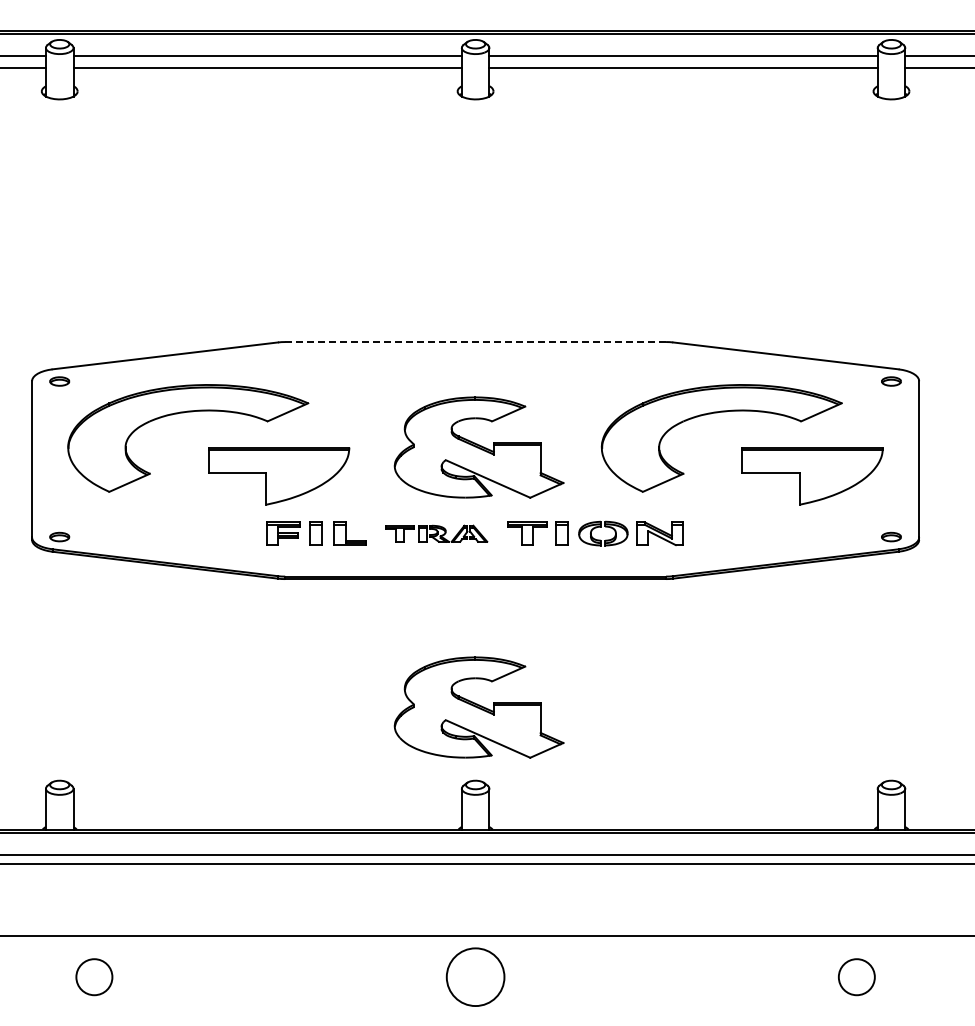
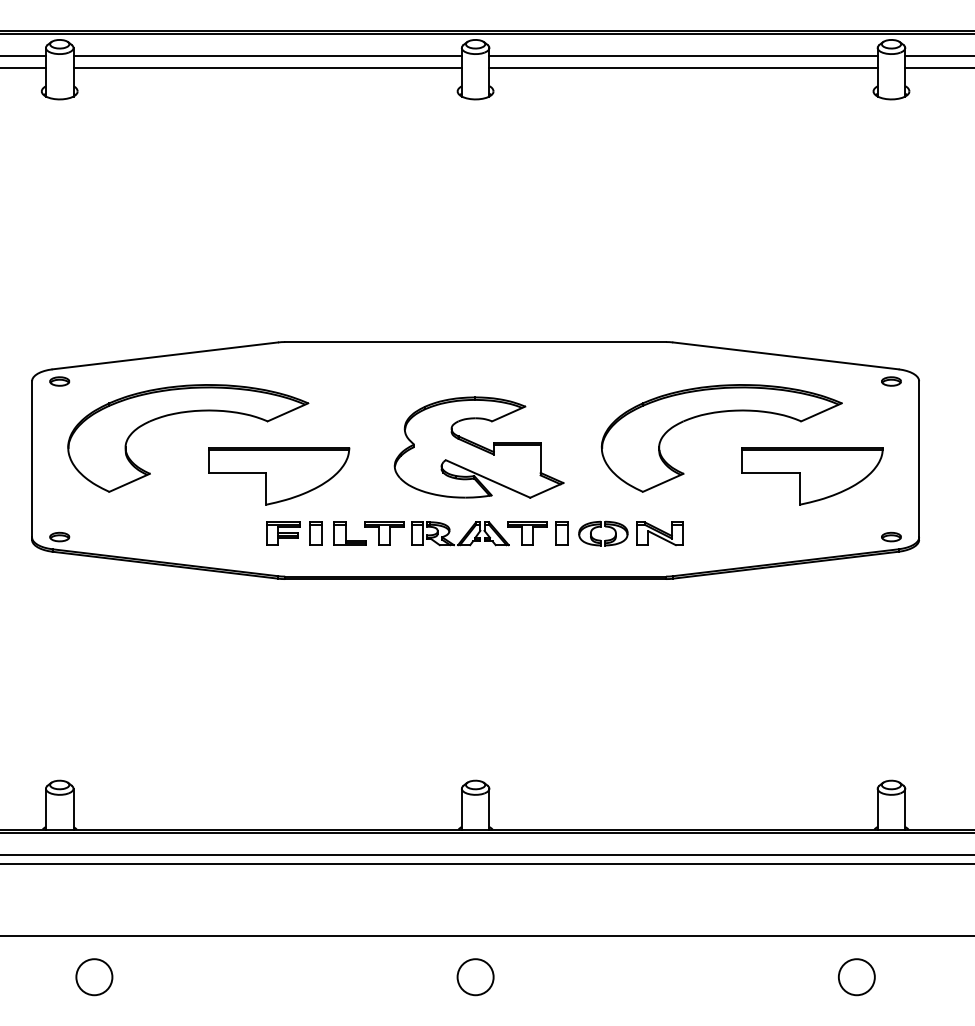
line at (475, 342): dashed -> solid
part at (436, 533) size: 104x19 px -> 146x26 px
part at (478, 707): present -> none
circle at (475, 977) diameter: 58 px -> 36 px
